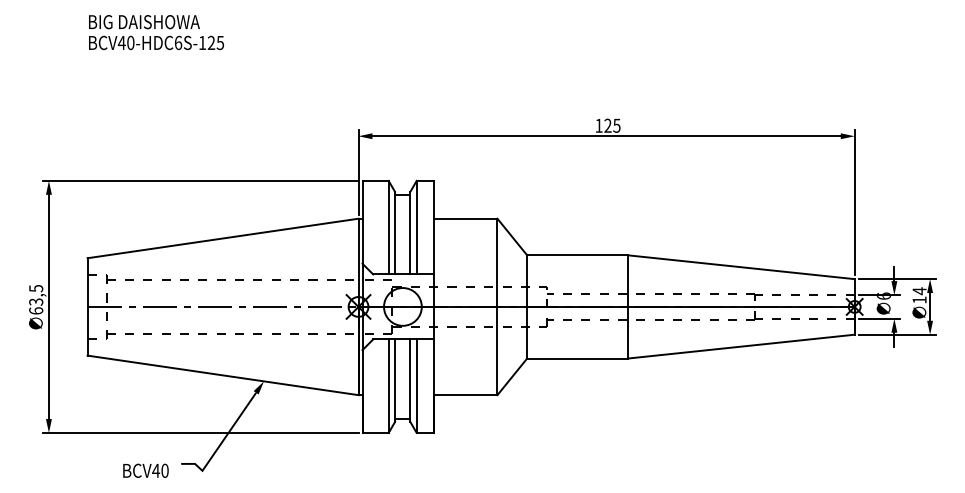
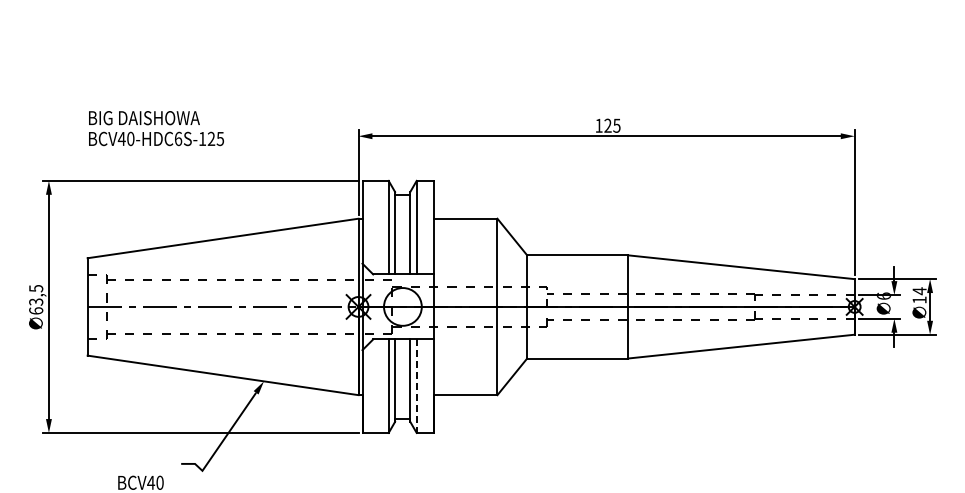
text at (156, 32) position: (156, 32) -> (156, 128)
line at (416, 386): solid -> dashed
text at (145, 470) position: (145, 470) -> (140, 482)
